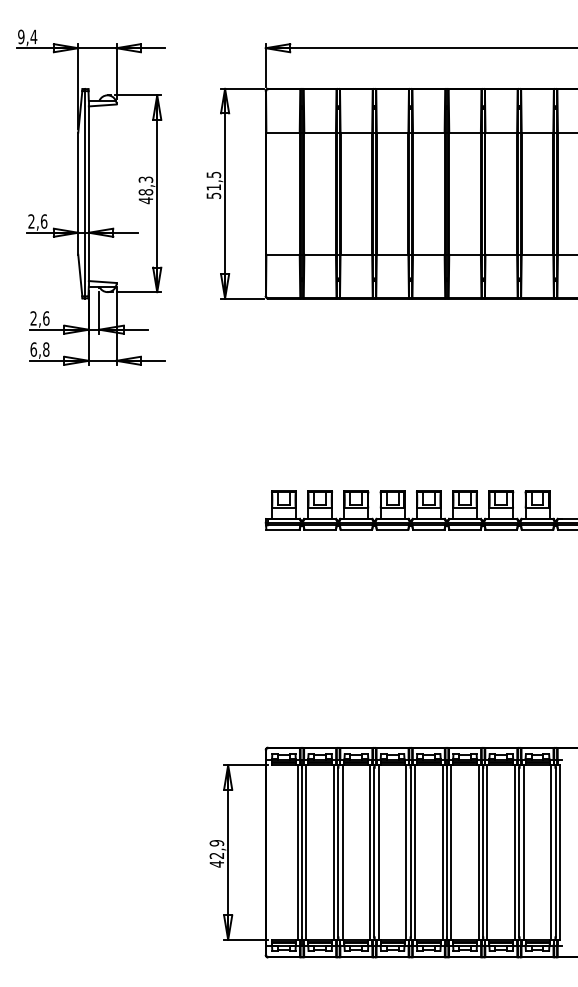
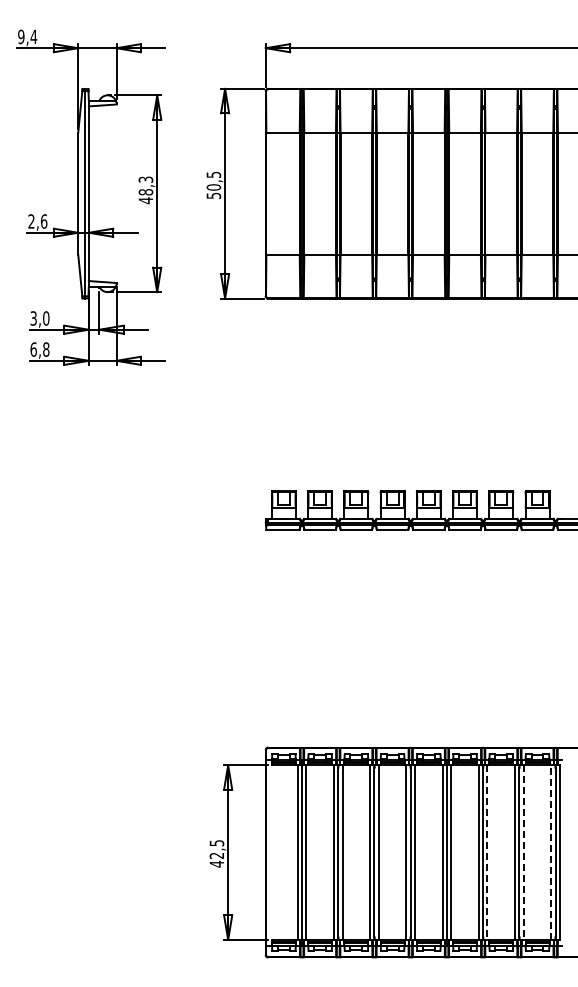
text at (213, 187): 51,5 -> 50,5
text at (39, 318): 2,6 -> 3,0
text at (216, 843): 42,9 -> 42,5
line at (551, 852): solid -> dashed
line at (487, 853): solid -> dashed
line at (523, 853): solid -> dashed
